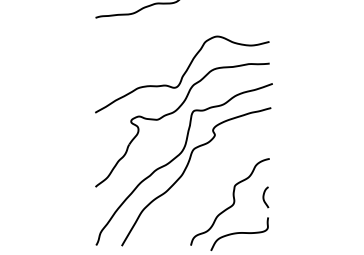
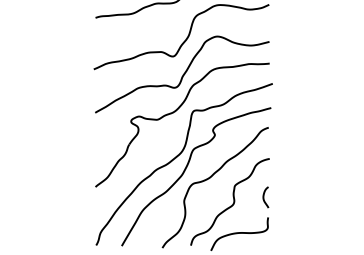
curve at (184, 40): none -> present
curve at (210, 178): none -> present
